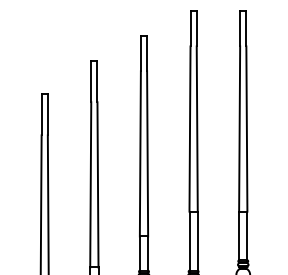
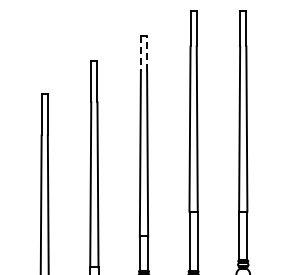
line at (140, 53): solid -> dashed
line at (147, 53): solid -> dashed
